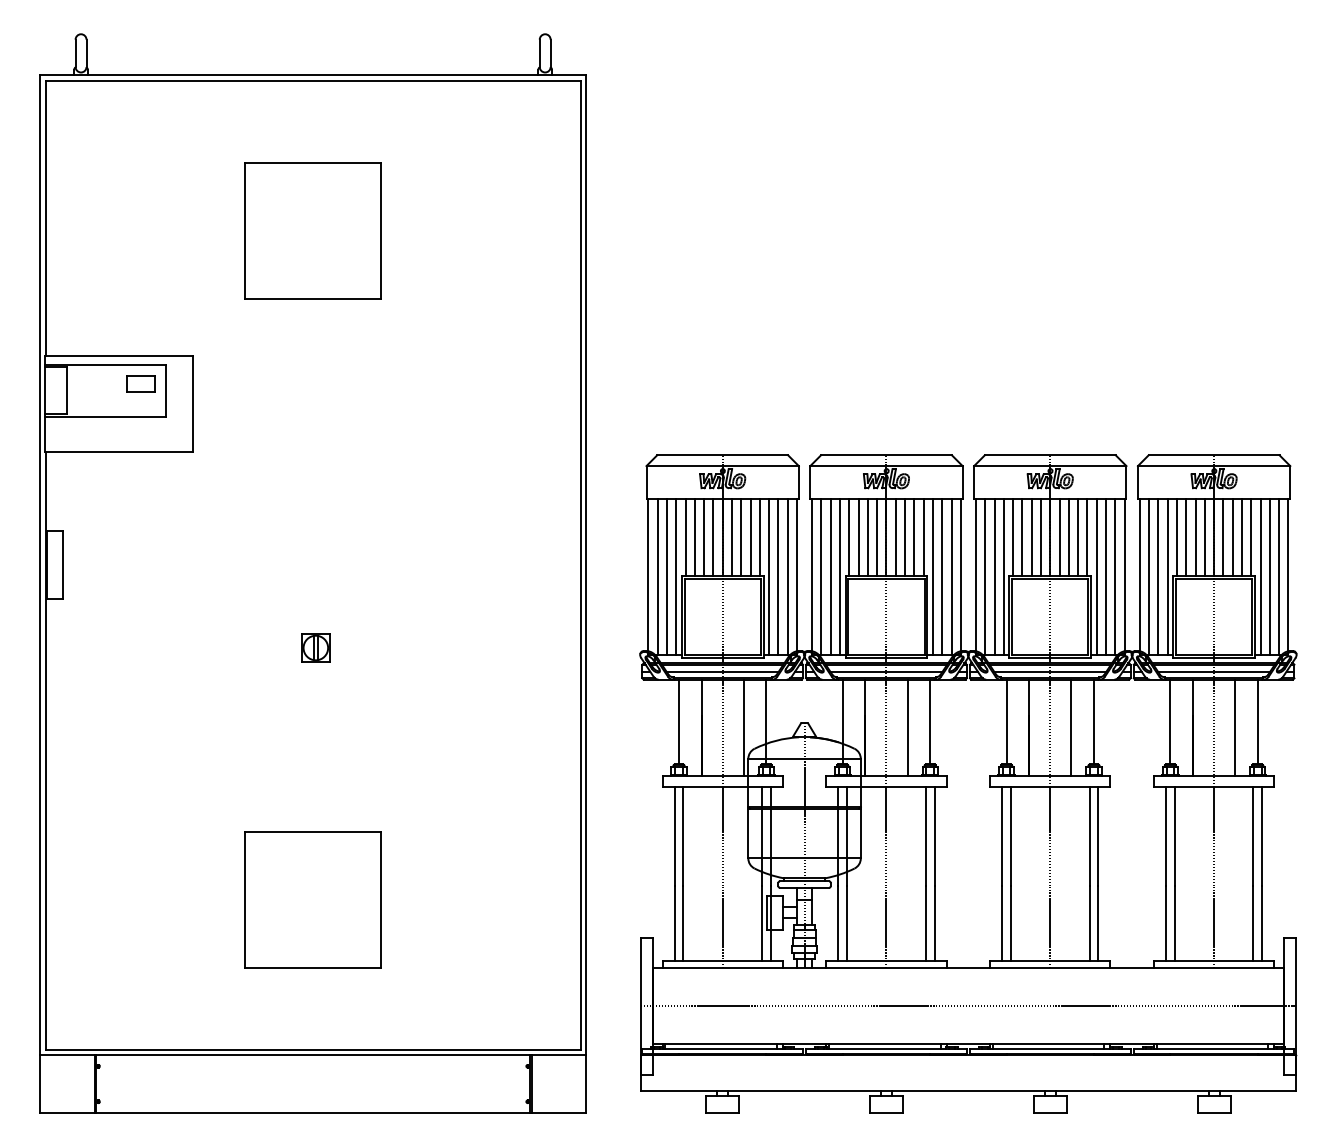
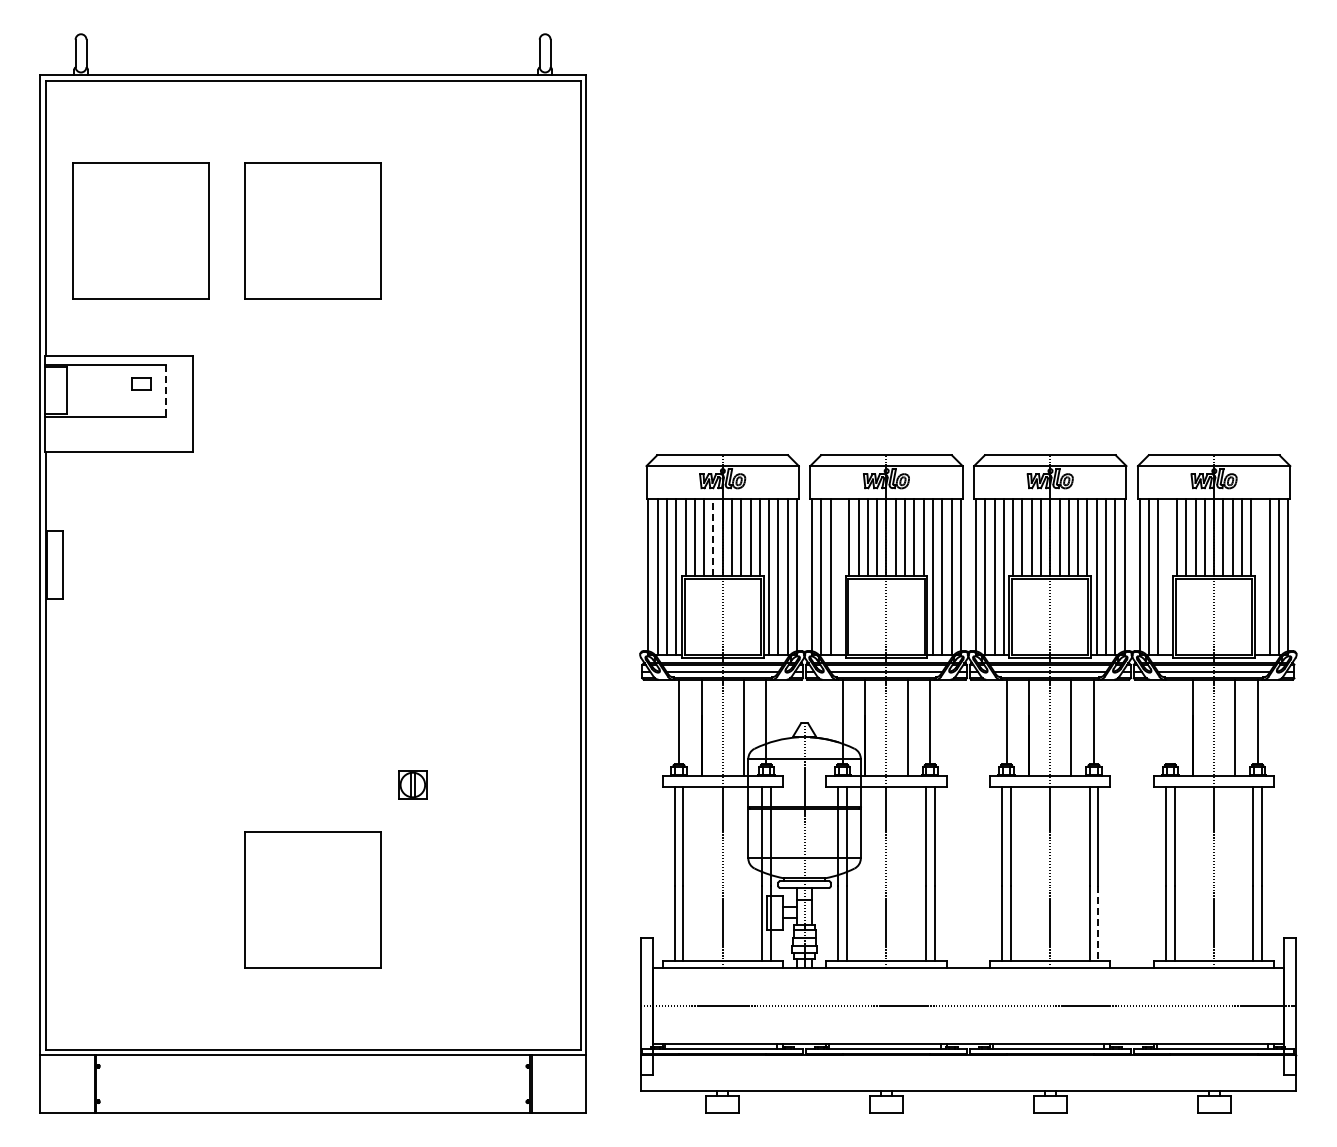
part at (140, 230): none -> present
part at (140, 383) size: 30x18 px -> 21x14 px
line at (165, 390): solid -> dashed
line at (713, 537): solid -> dashed
line at (840, 576): present -> none
line at (1167, 576): present -> none
line at (1260, 576): present -> none
part at (315, 647) position: (315, 647) -> (412, 784)
line at (1170, 721): present -> none
line at (1098, 924): solid -> dashed
